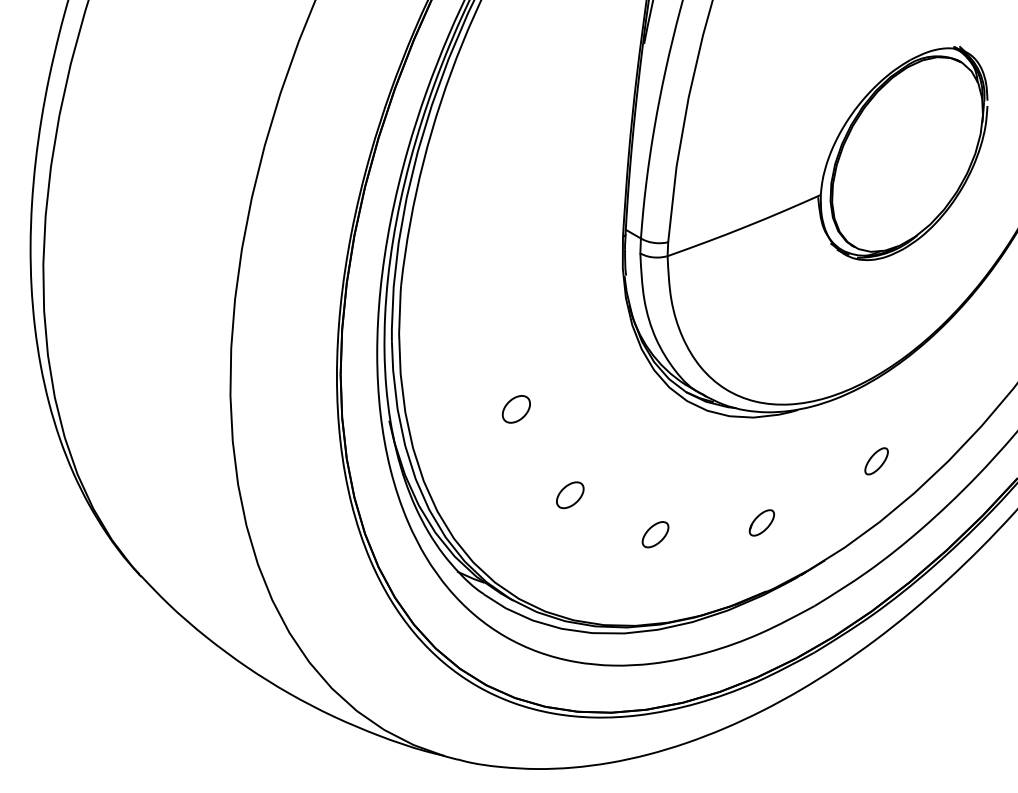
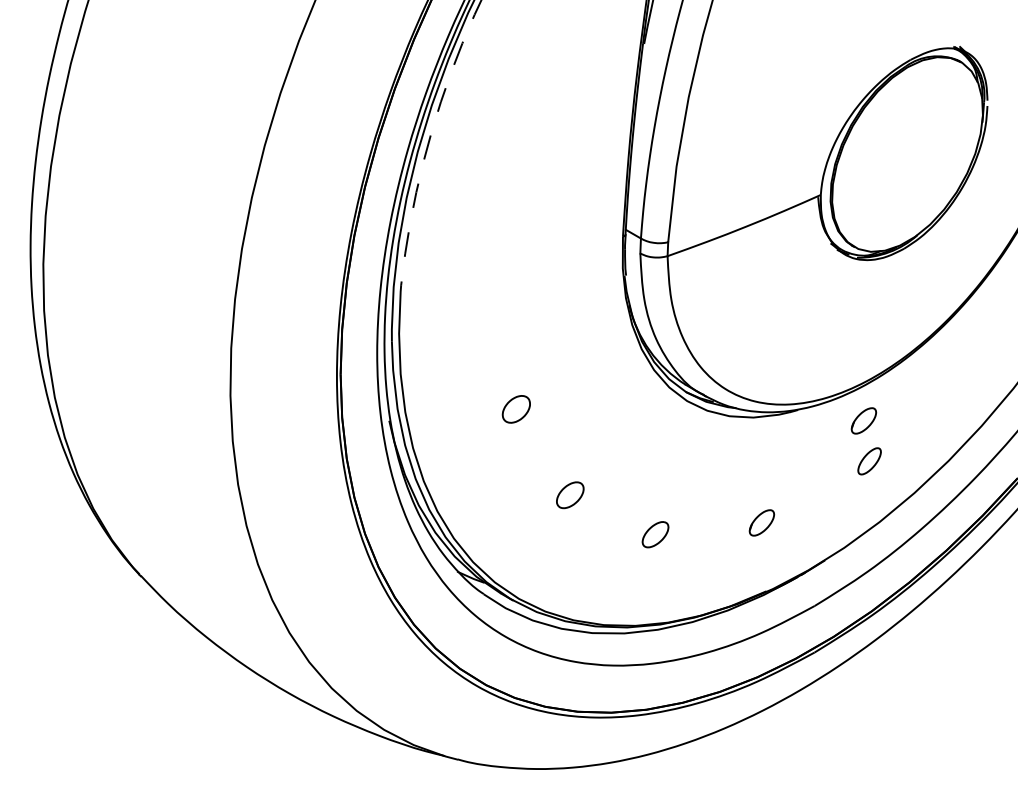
arc at (429, 139): solid -> dashed
part at (863, 420): none -> present
part at (876, 461) position: (876, 461) -> (869, 461)
